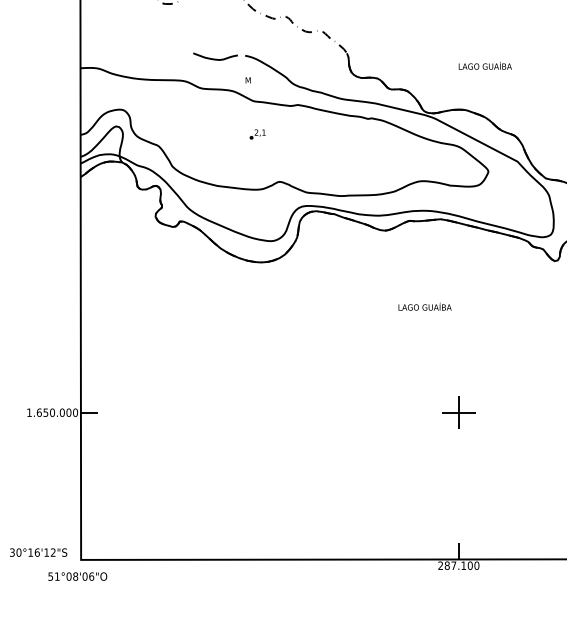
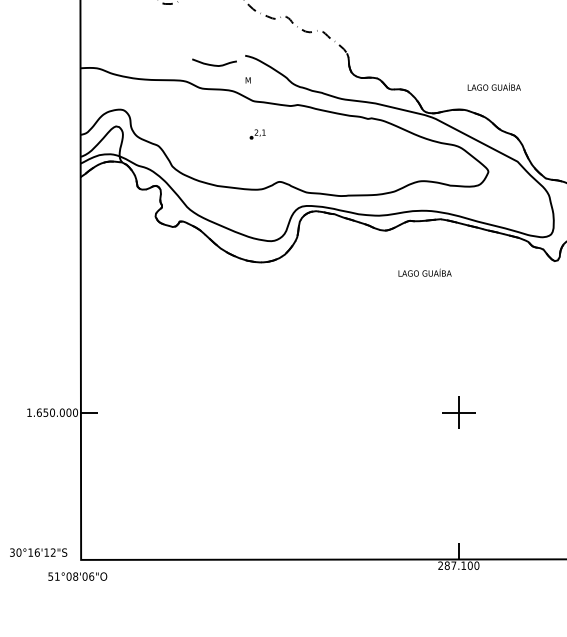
curve at (215, 58) position: (215, 58) -> (214, 64)
text at (484, 65) position: (484, 65) -> (493, 86)
text at (424, 306) position: (424, 306) -> (424, 272)
